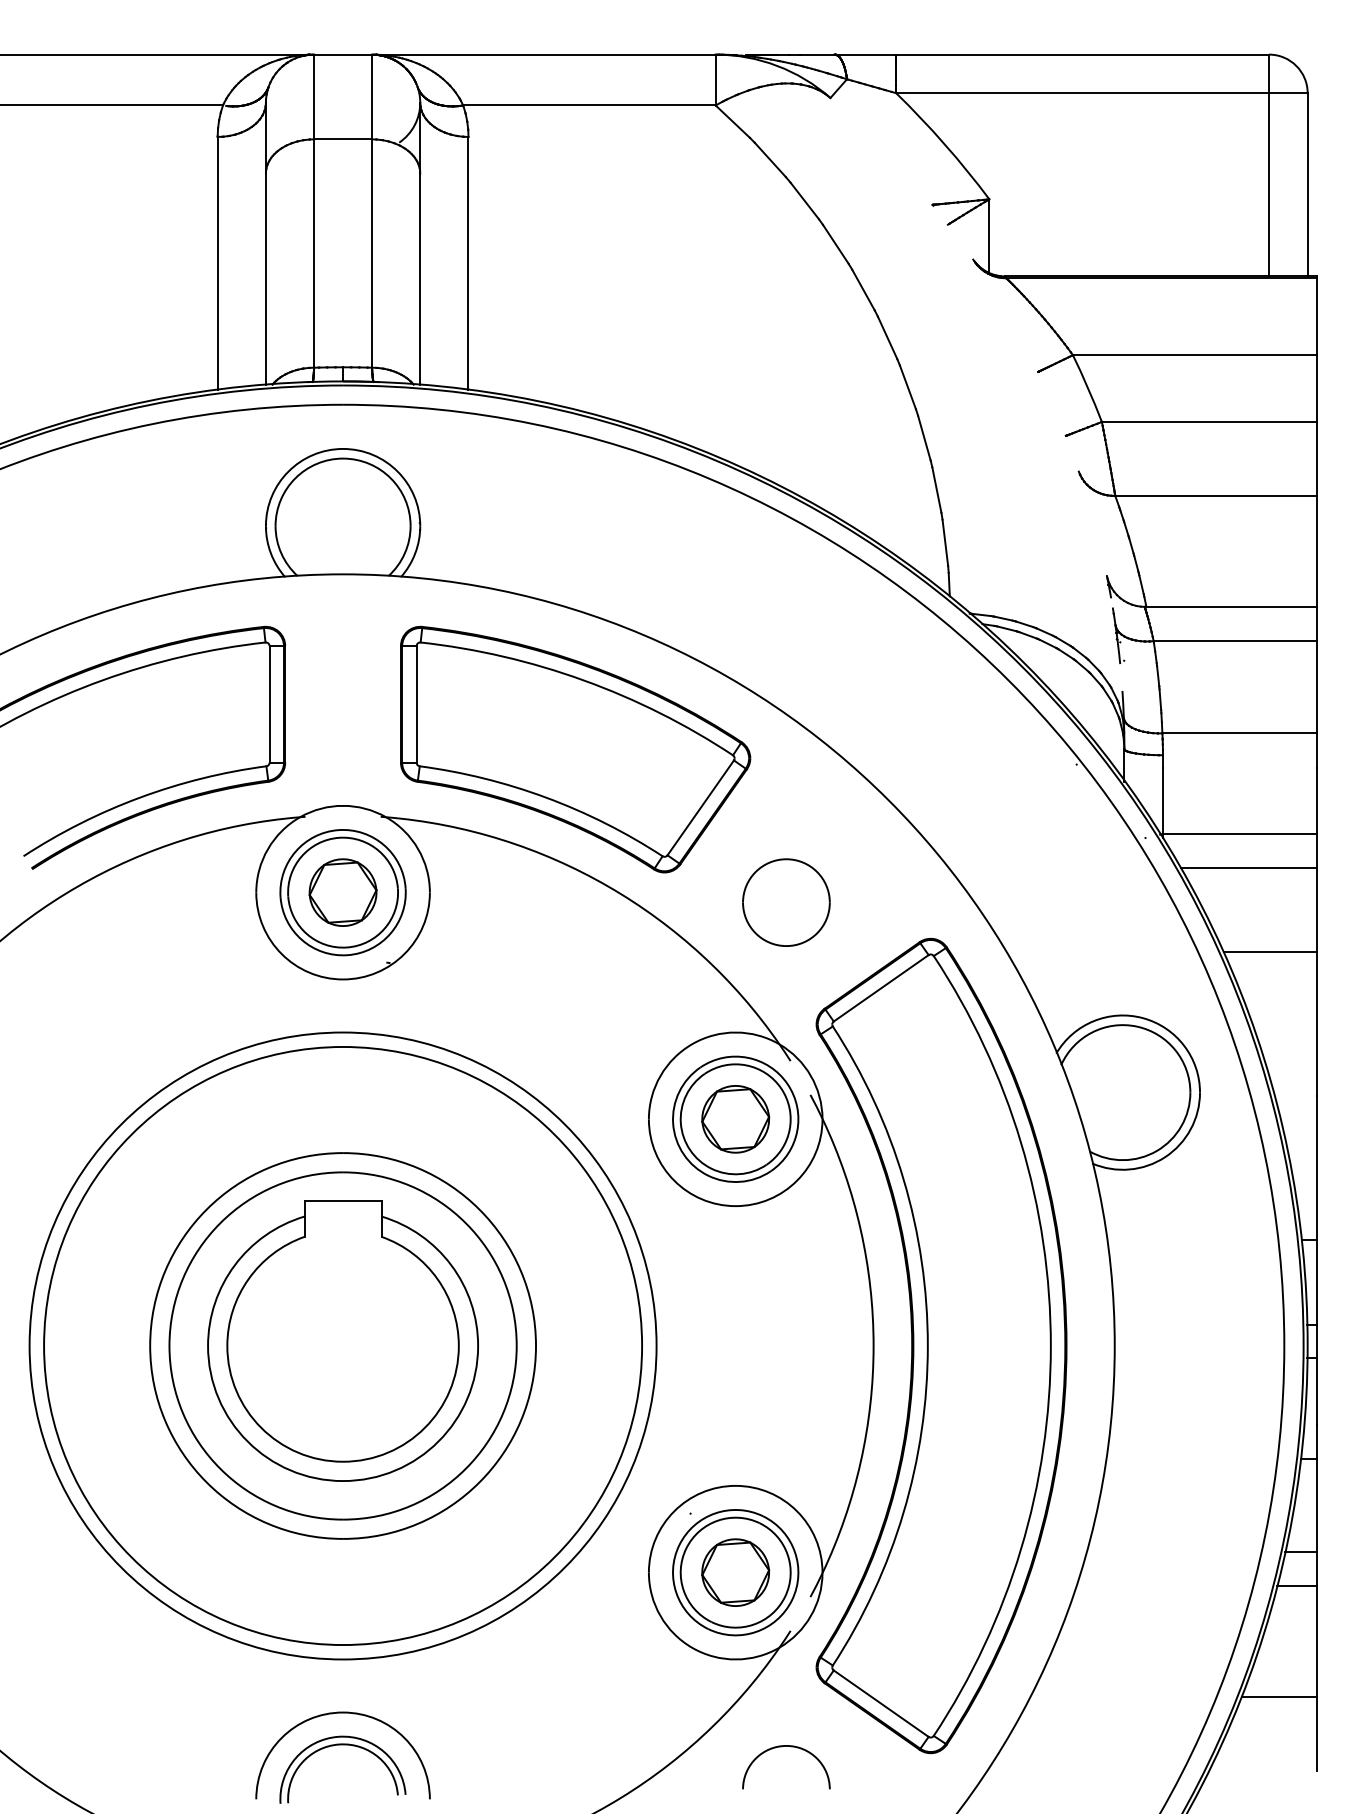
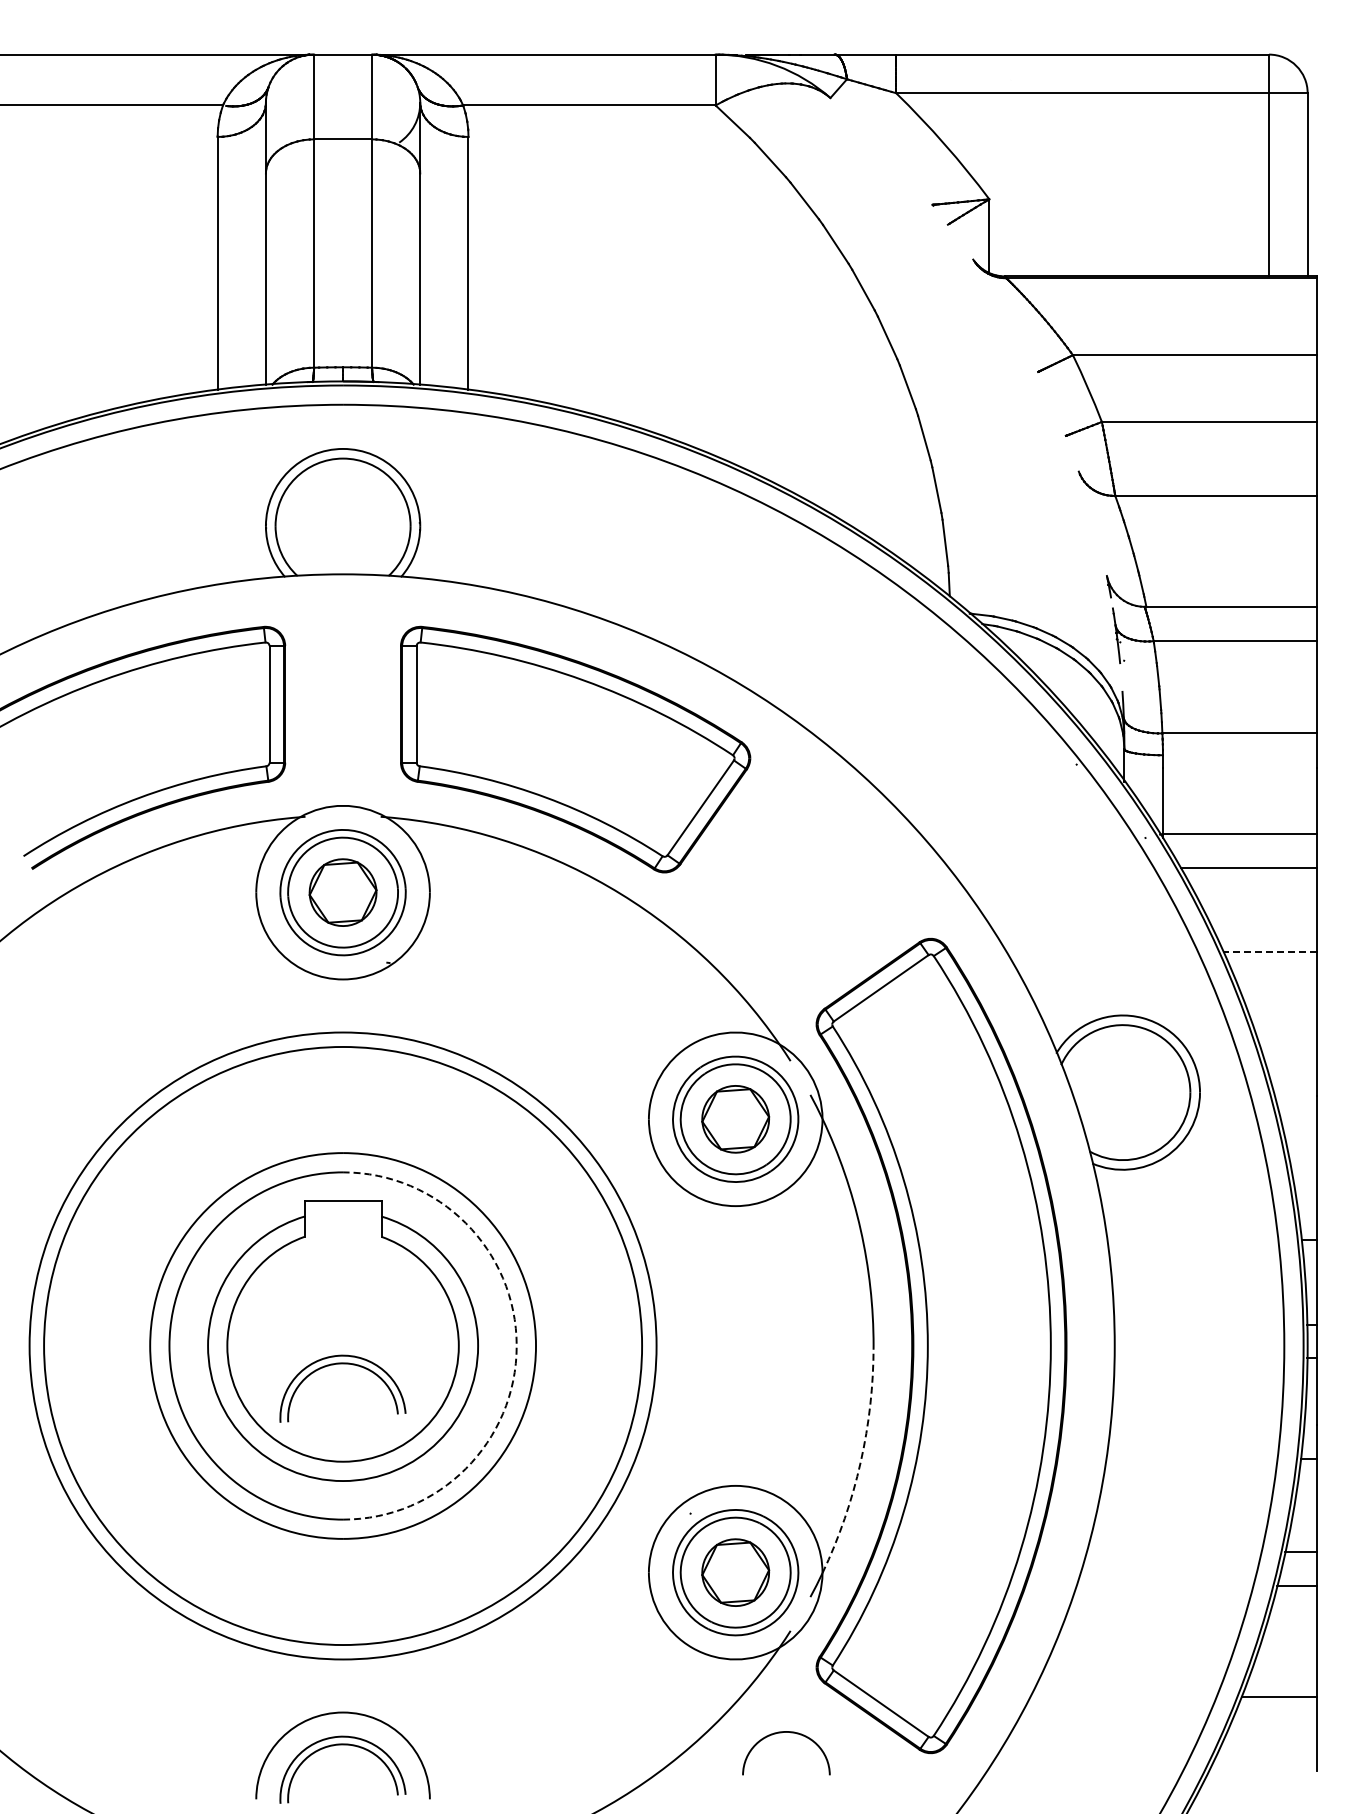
part at (786, 902): present -> none
line at (1270, 952): solid -> dashed
arc at (516, 1346): solid -> dashed
part at (342, 1364): none -> present
arc at (860, 1462): solid -> dashed
arc at (790, 1747) position: (790, 1747) -> (790, 1733)
